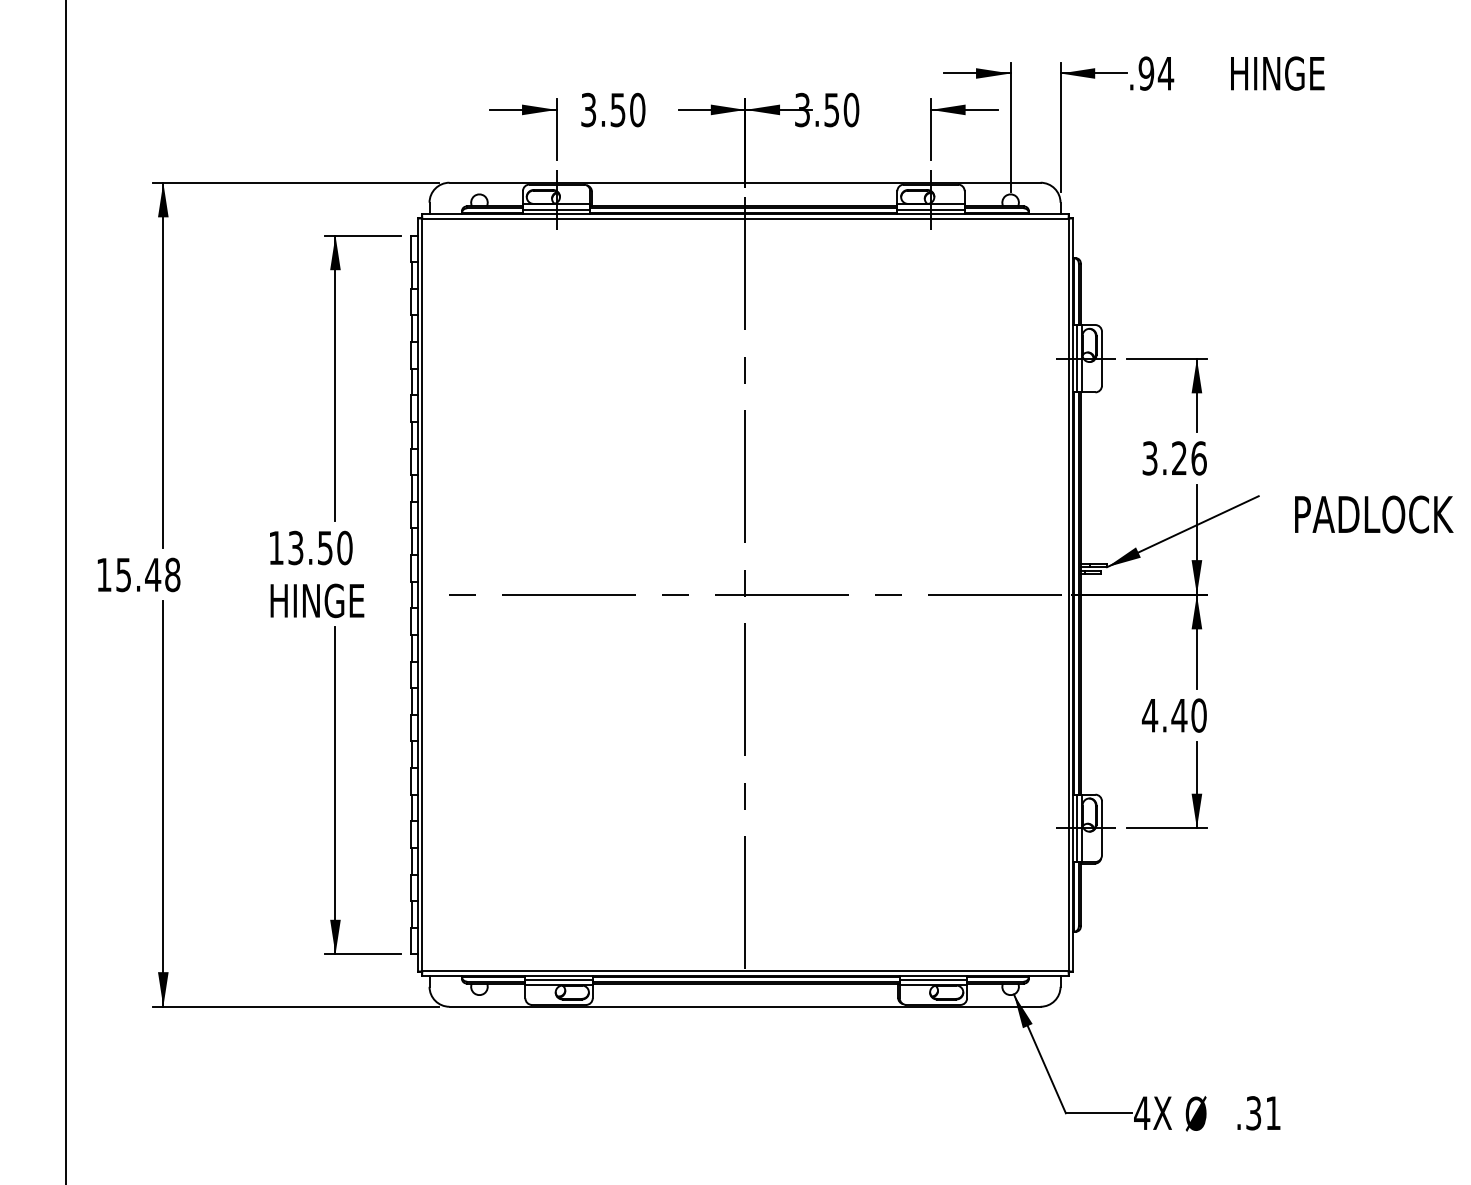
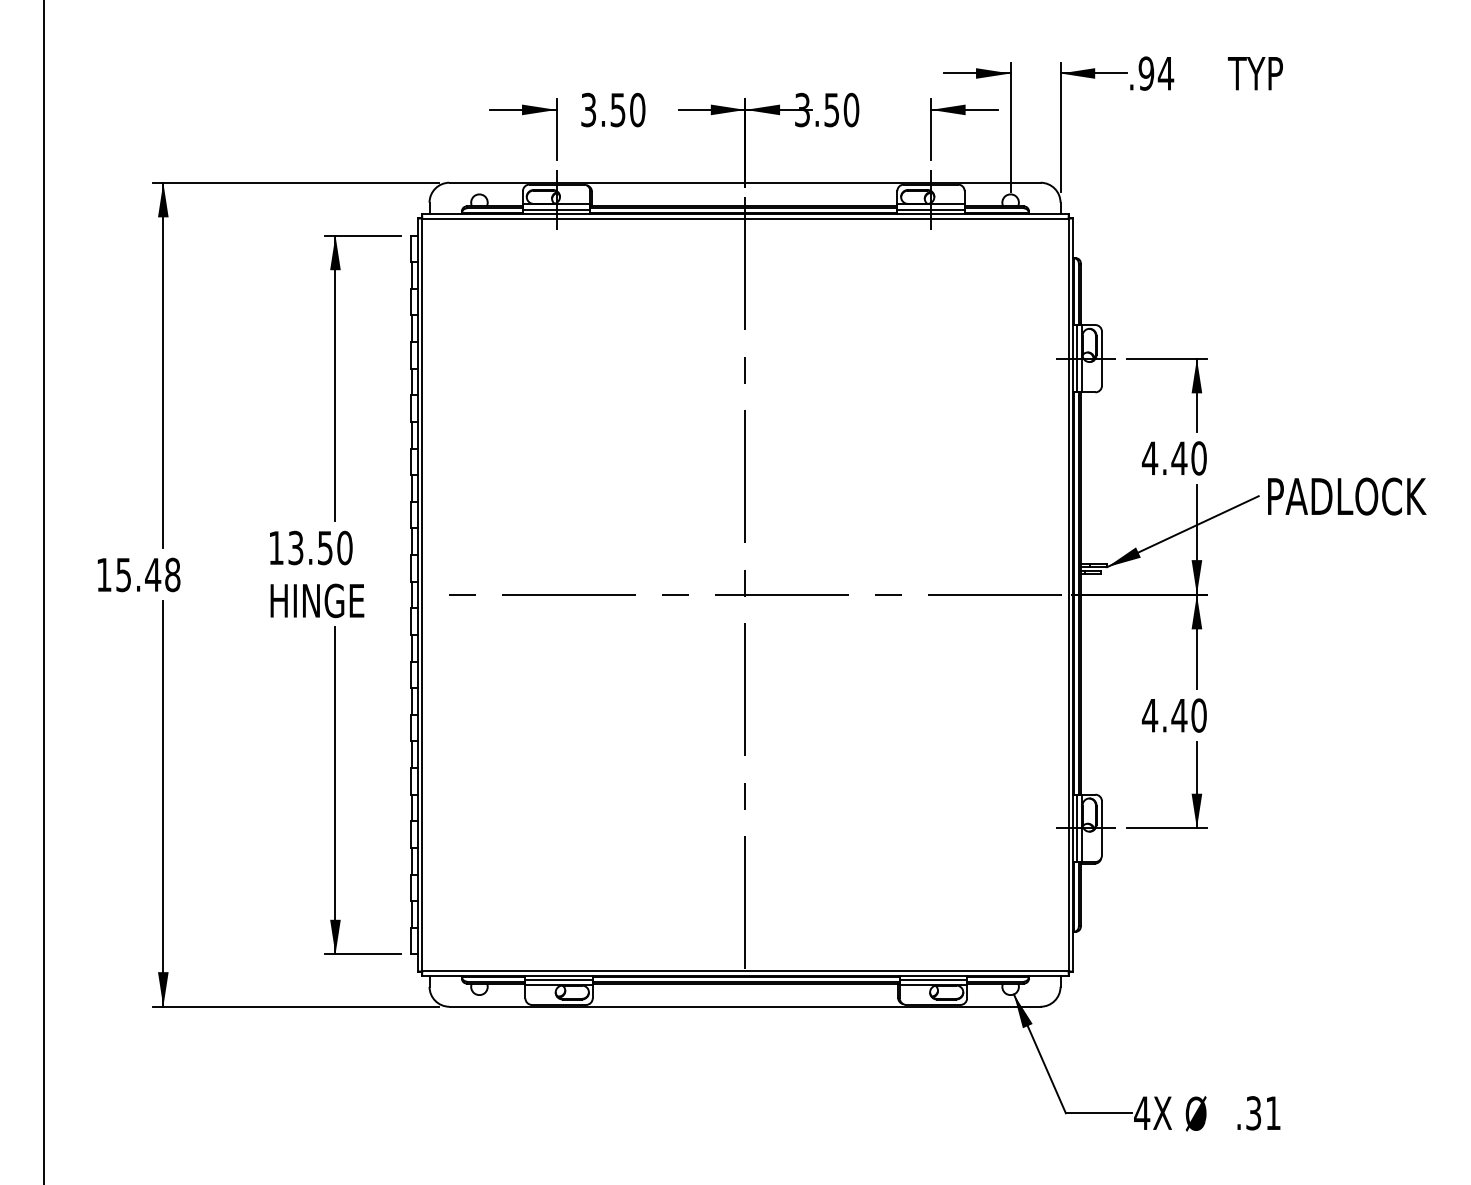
text at (1275, 73): HINGE -> TYP
text at (1173, 458): 3.26 -> 4.40
text at (1374, 514) position: (1374, 514) -> (1347, 496)
line at (66, 591) position: (66, 591) -> (44, 591)
